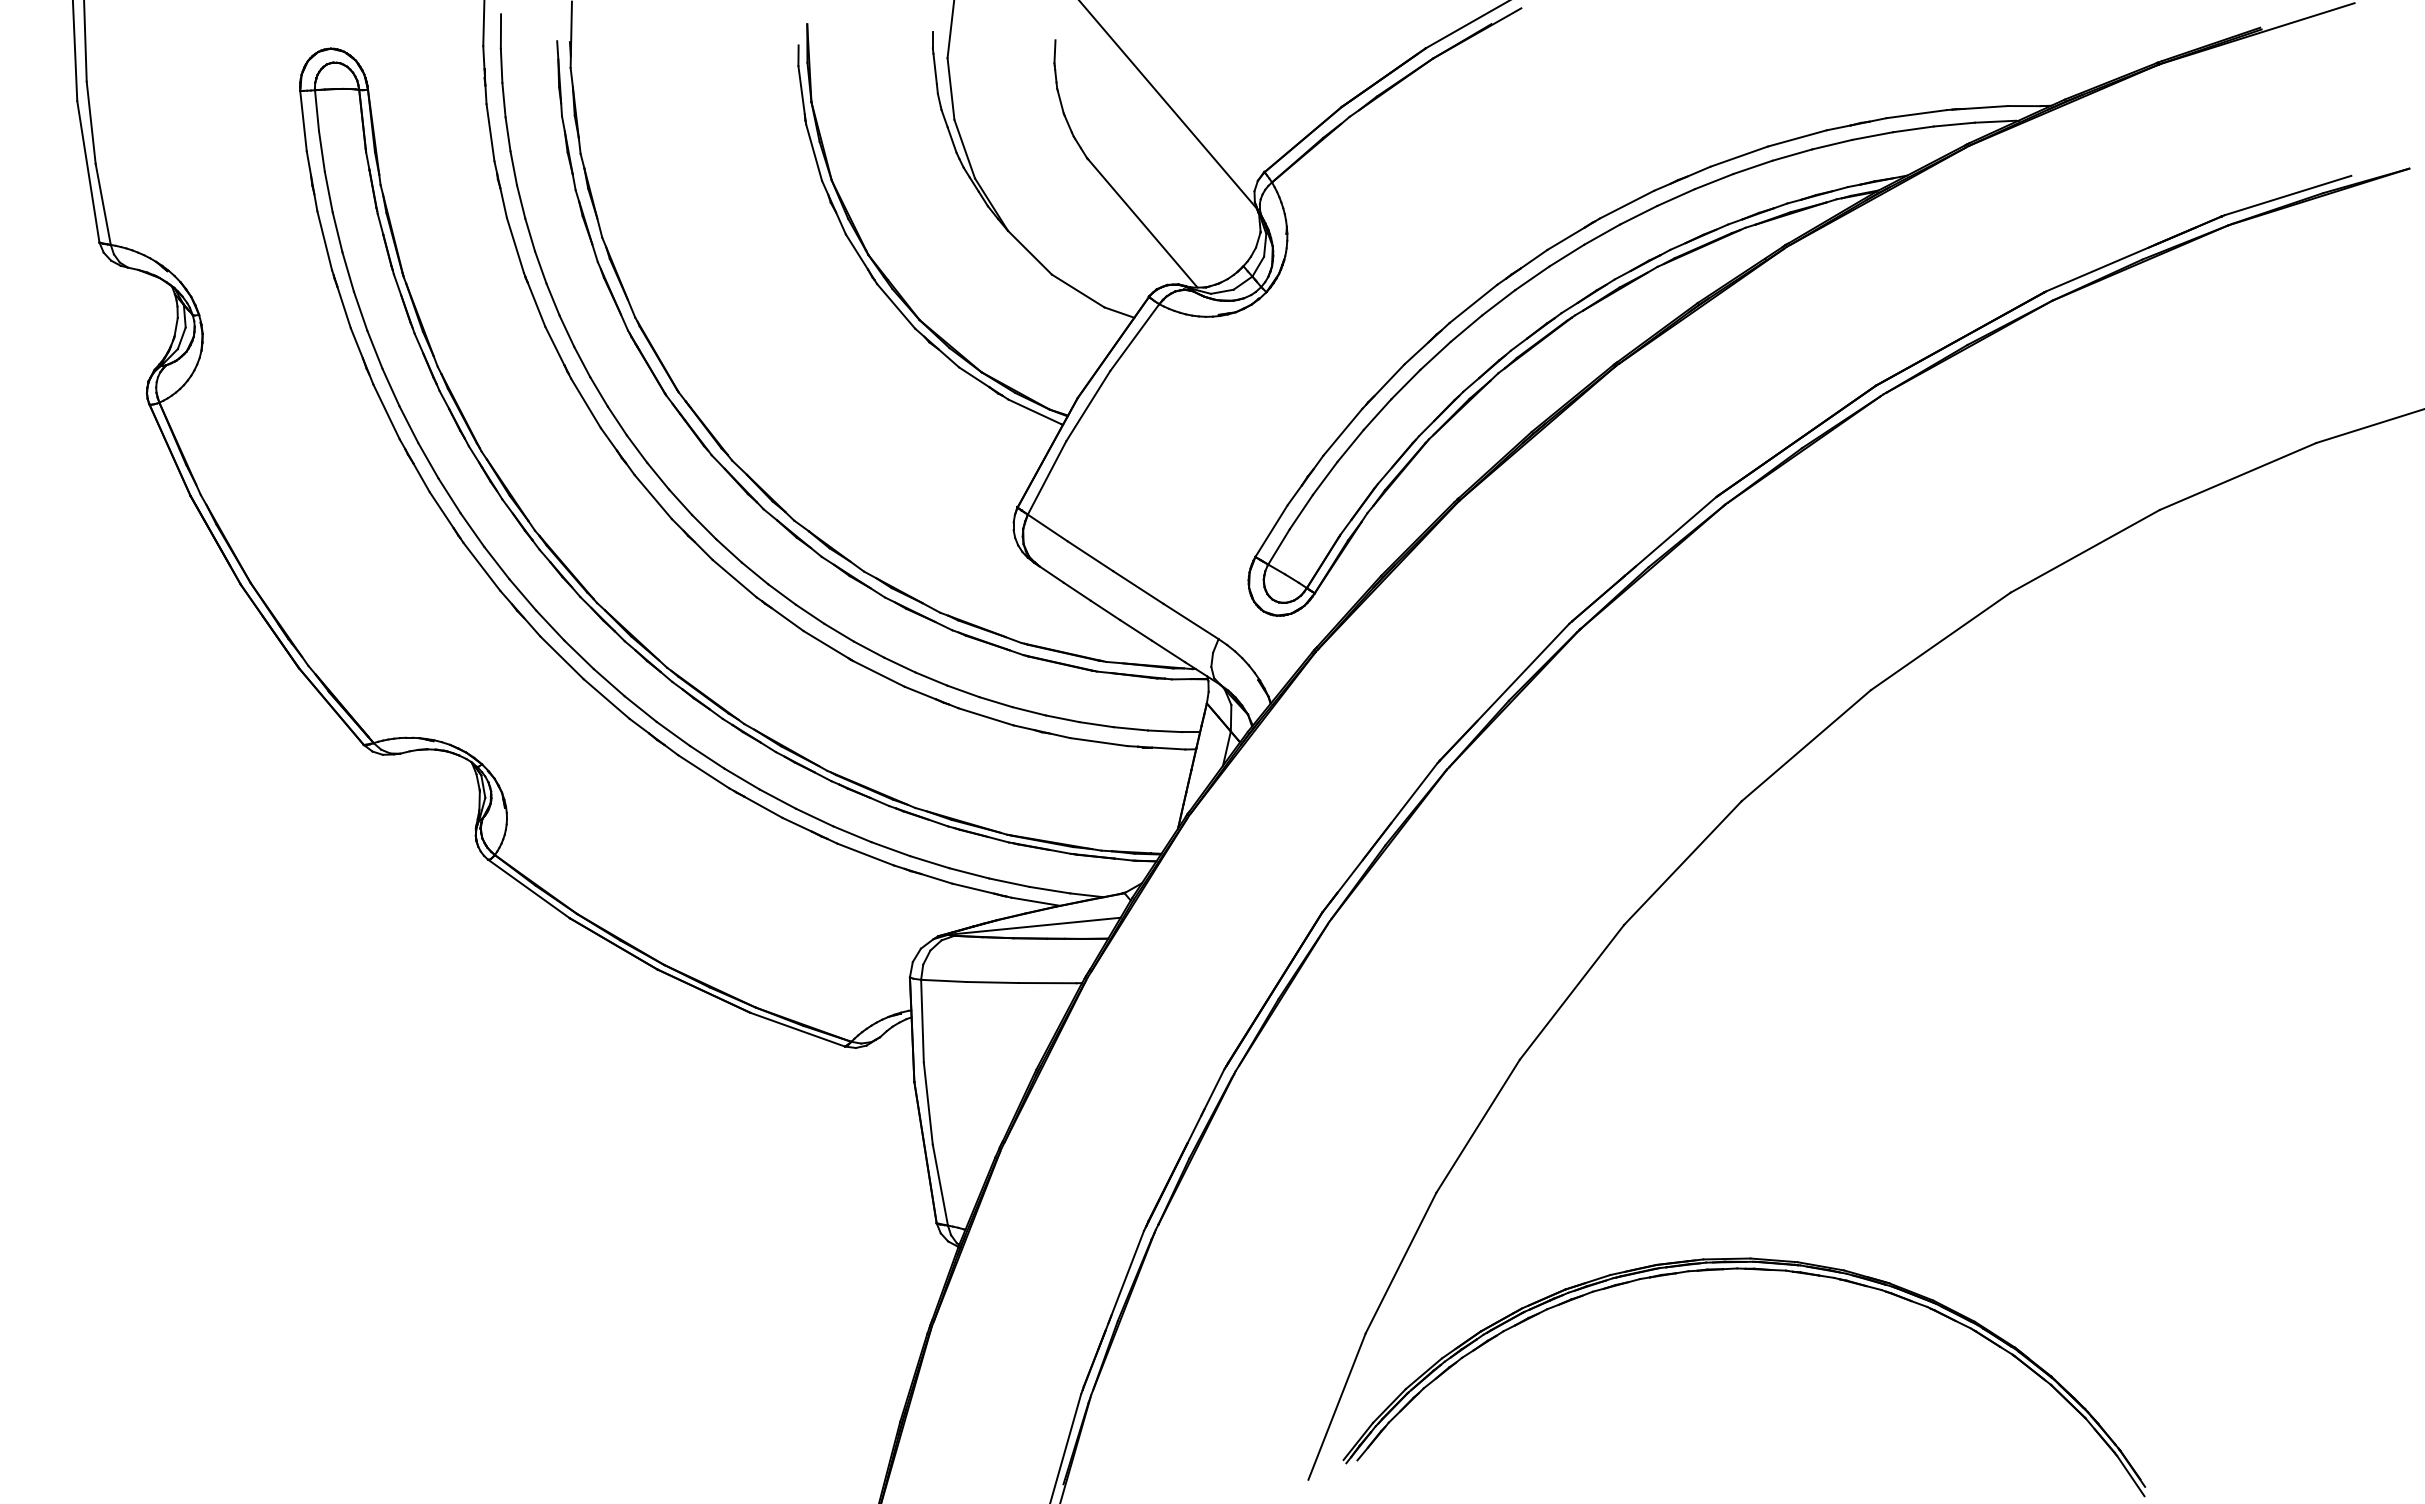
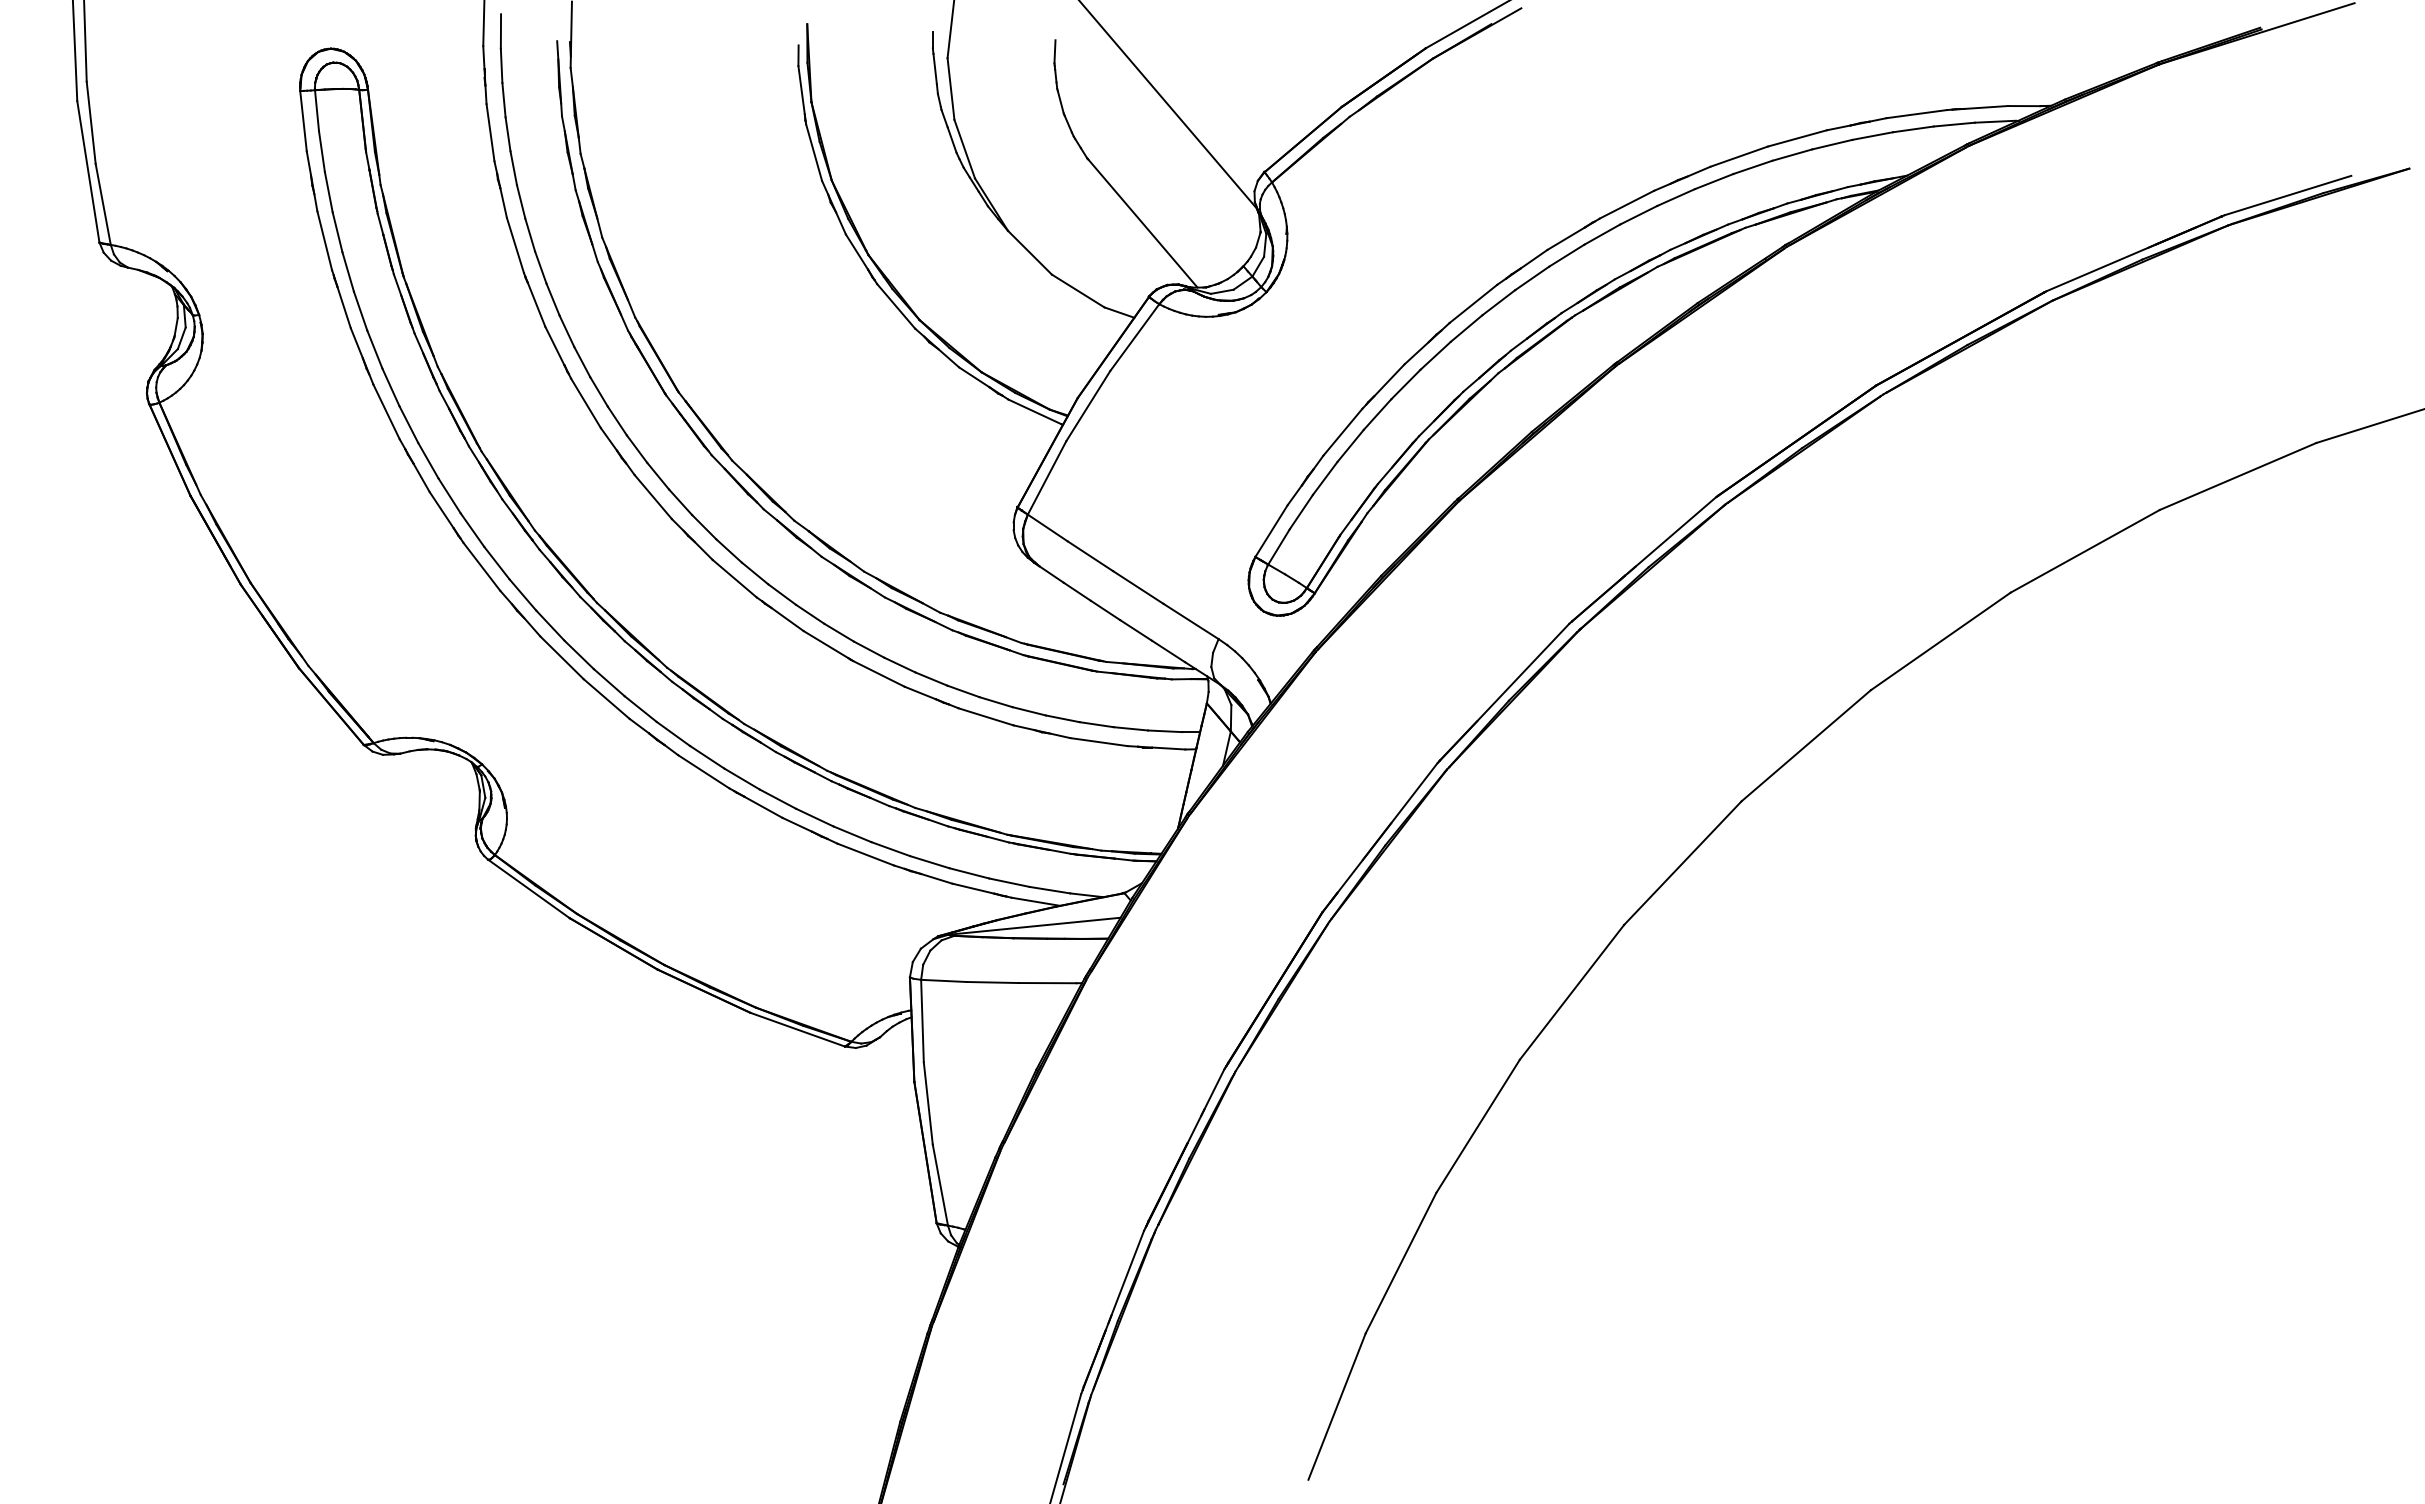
part at (1754, 1270): present -> none
